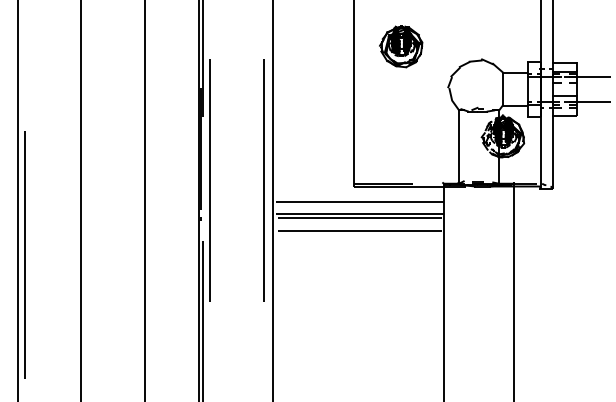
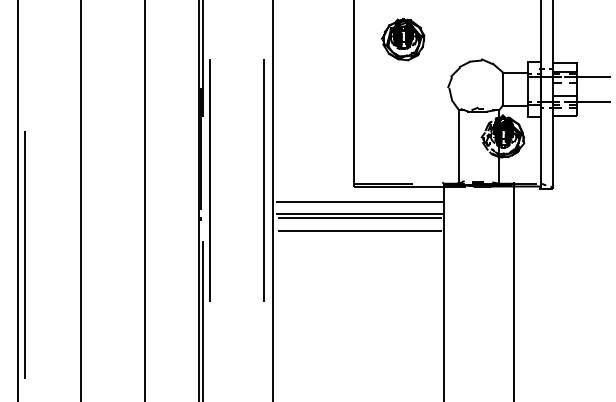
part at (401, 46) position: (401, 46) -> (403, 39)
